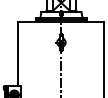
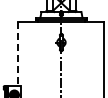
line at (18, 54): solid -> dashed
